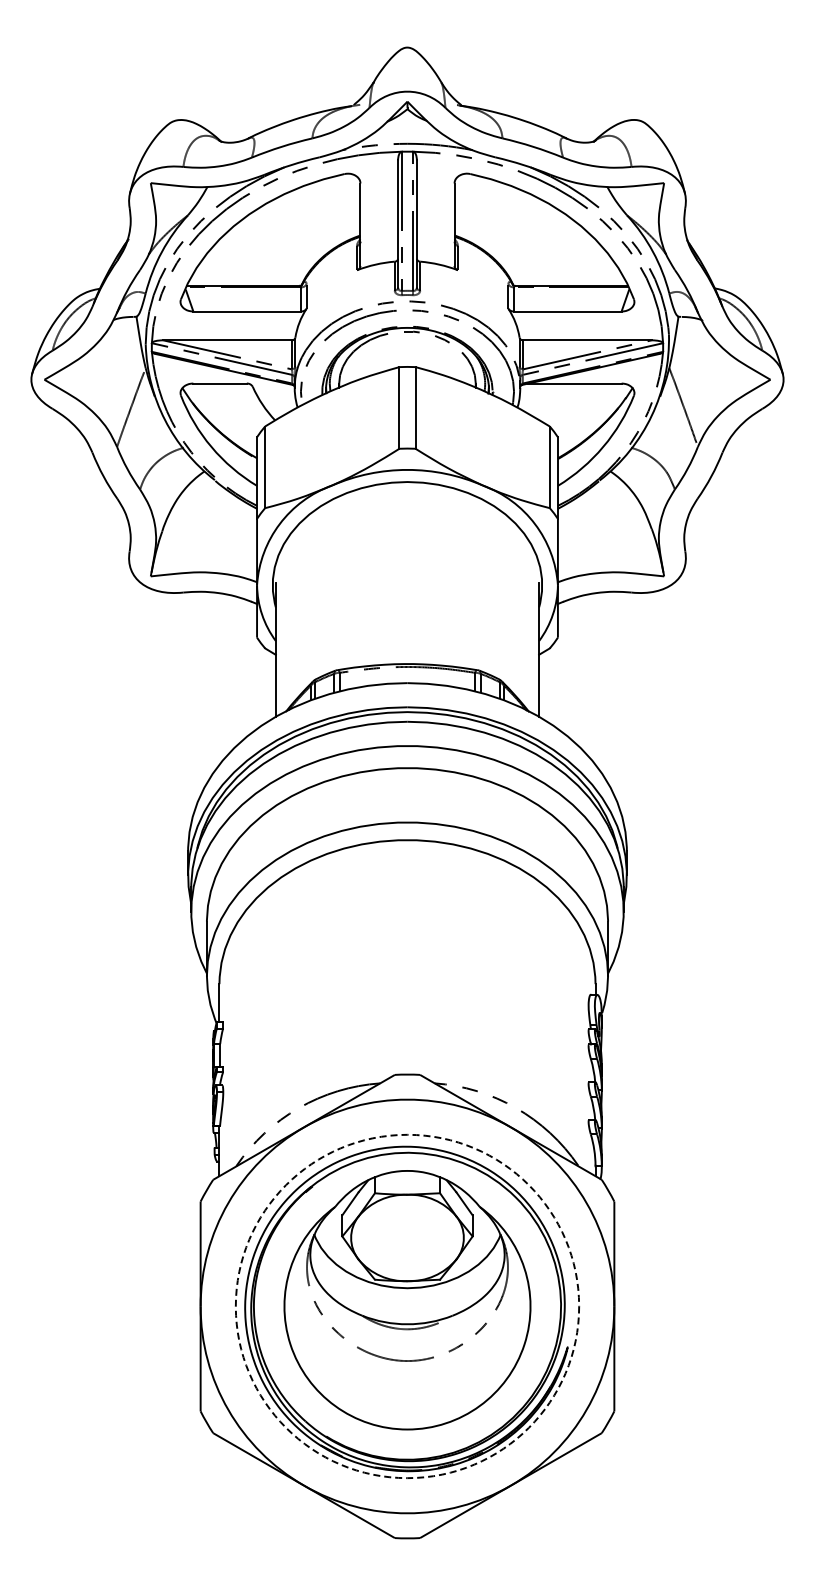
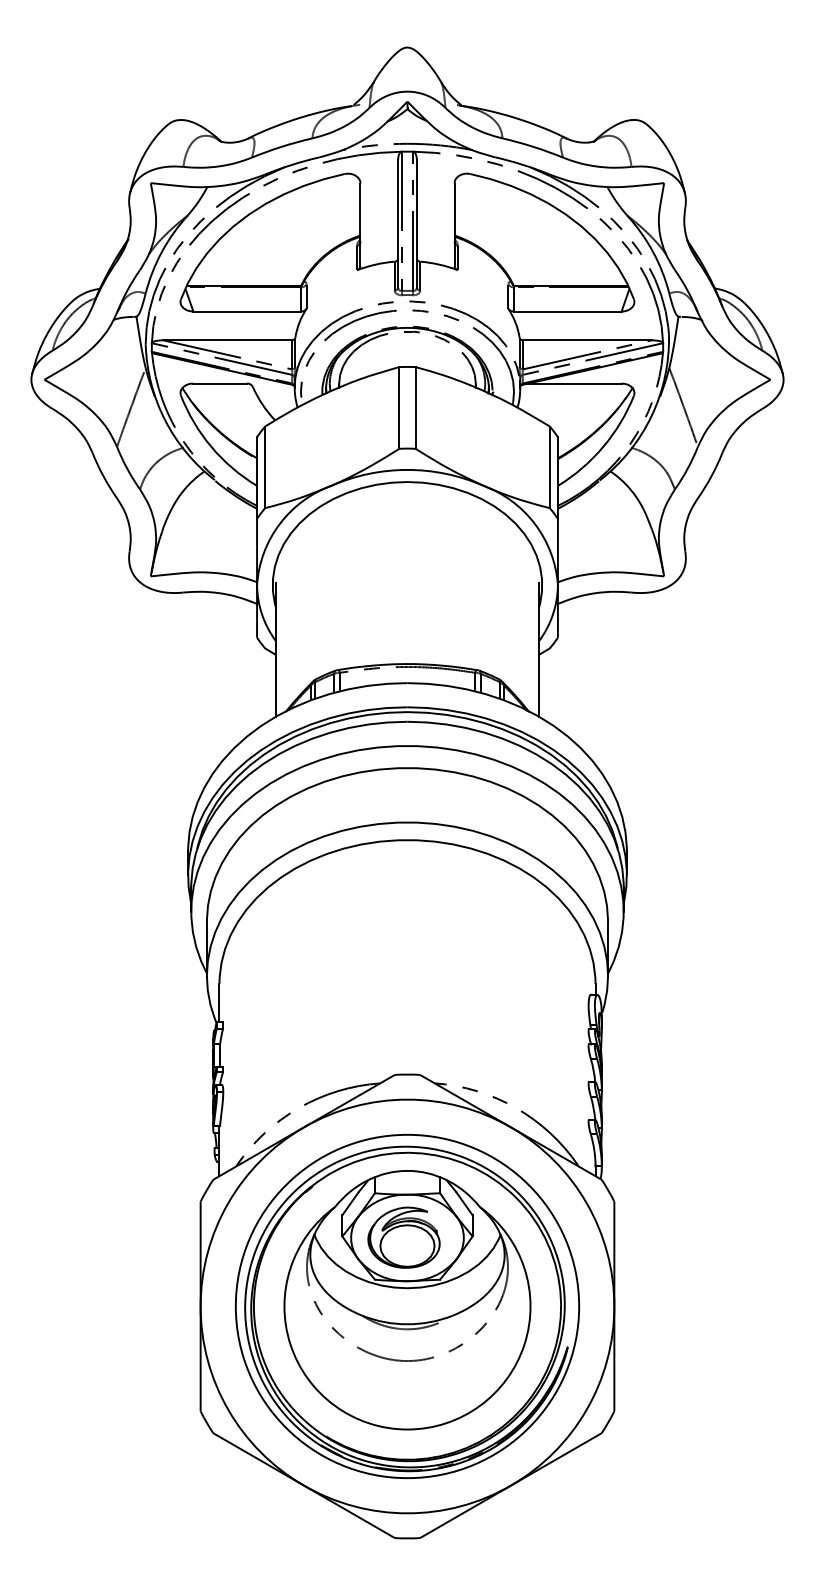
part at (403, 1237): none -> present
circle at (407, 1306): dashed -> solid
